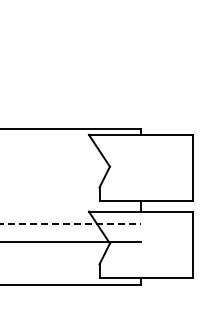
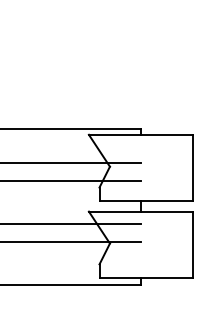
line at (71, 163): none -> present
line at (71, 180): none -> present
line at (71, 224): dashed -> solid
